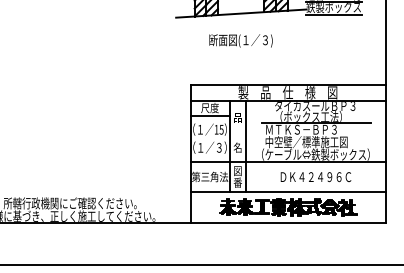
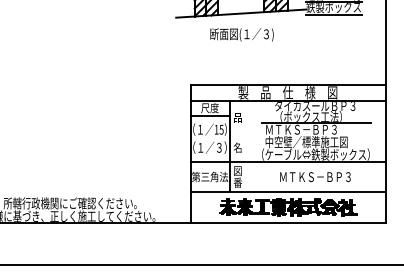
text at (240, 40) position: (240, 40) -> (241, 34)
line at (246, 146): present -> none
text at (315, 177): ＤＫ４２４９６Ｃ -> ＭＴＫＳ－ＢＰ３
